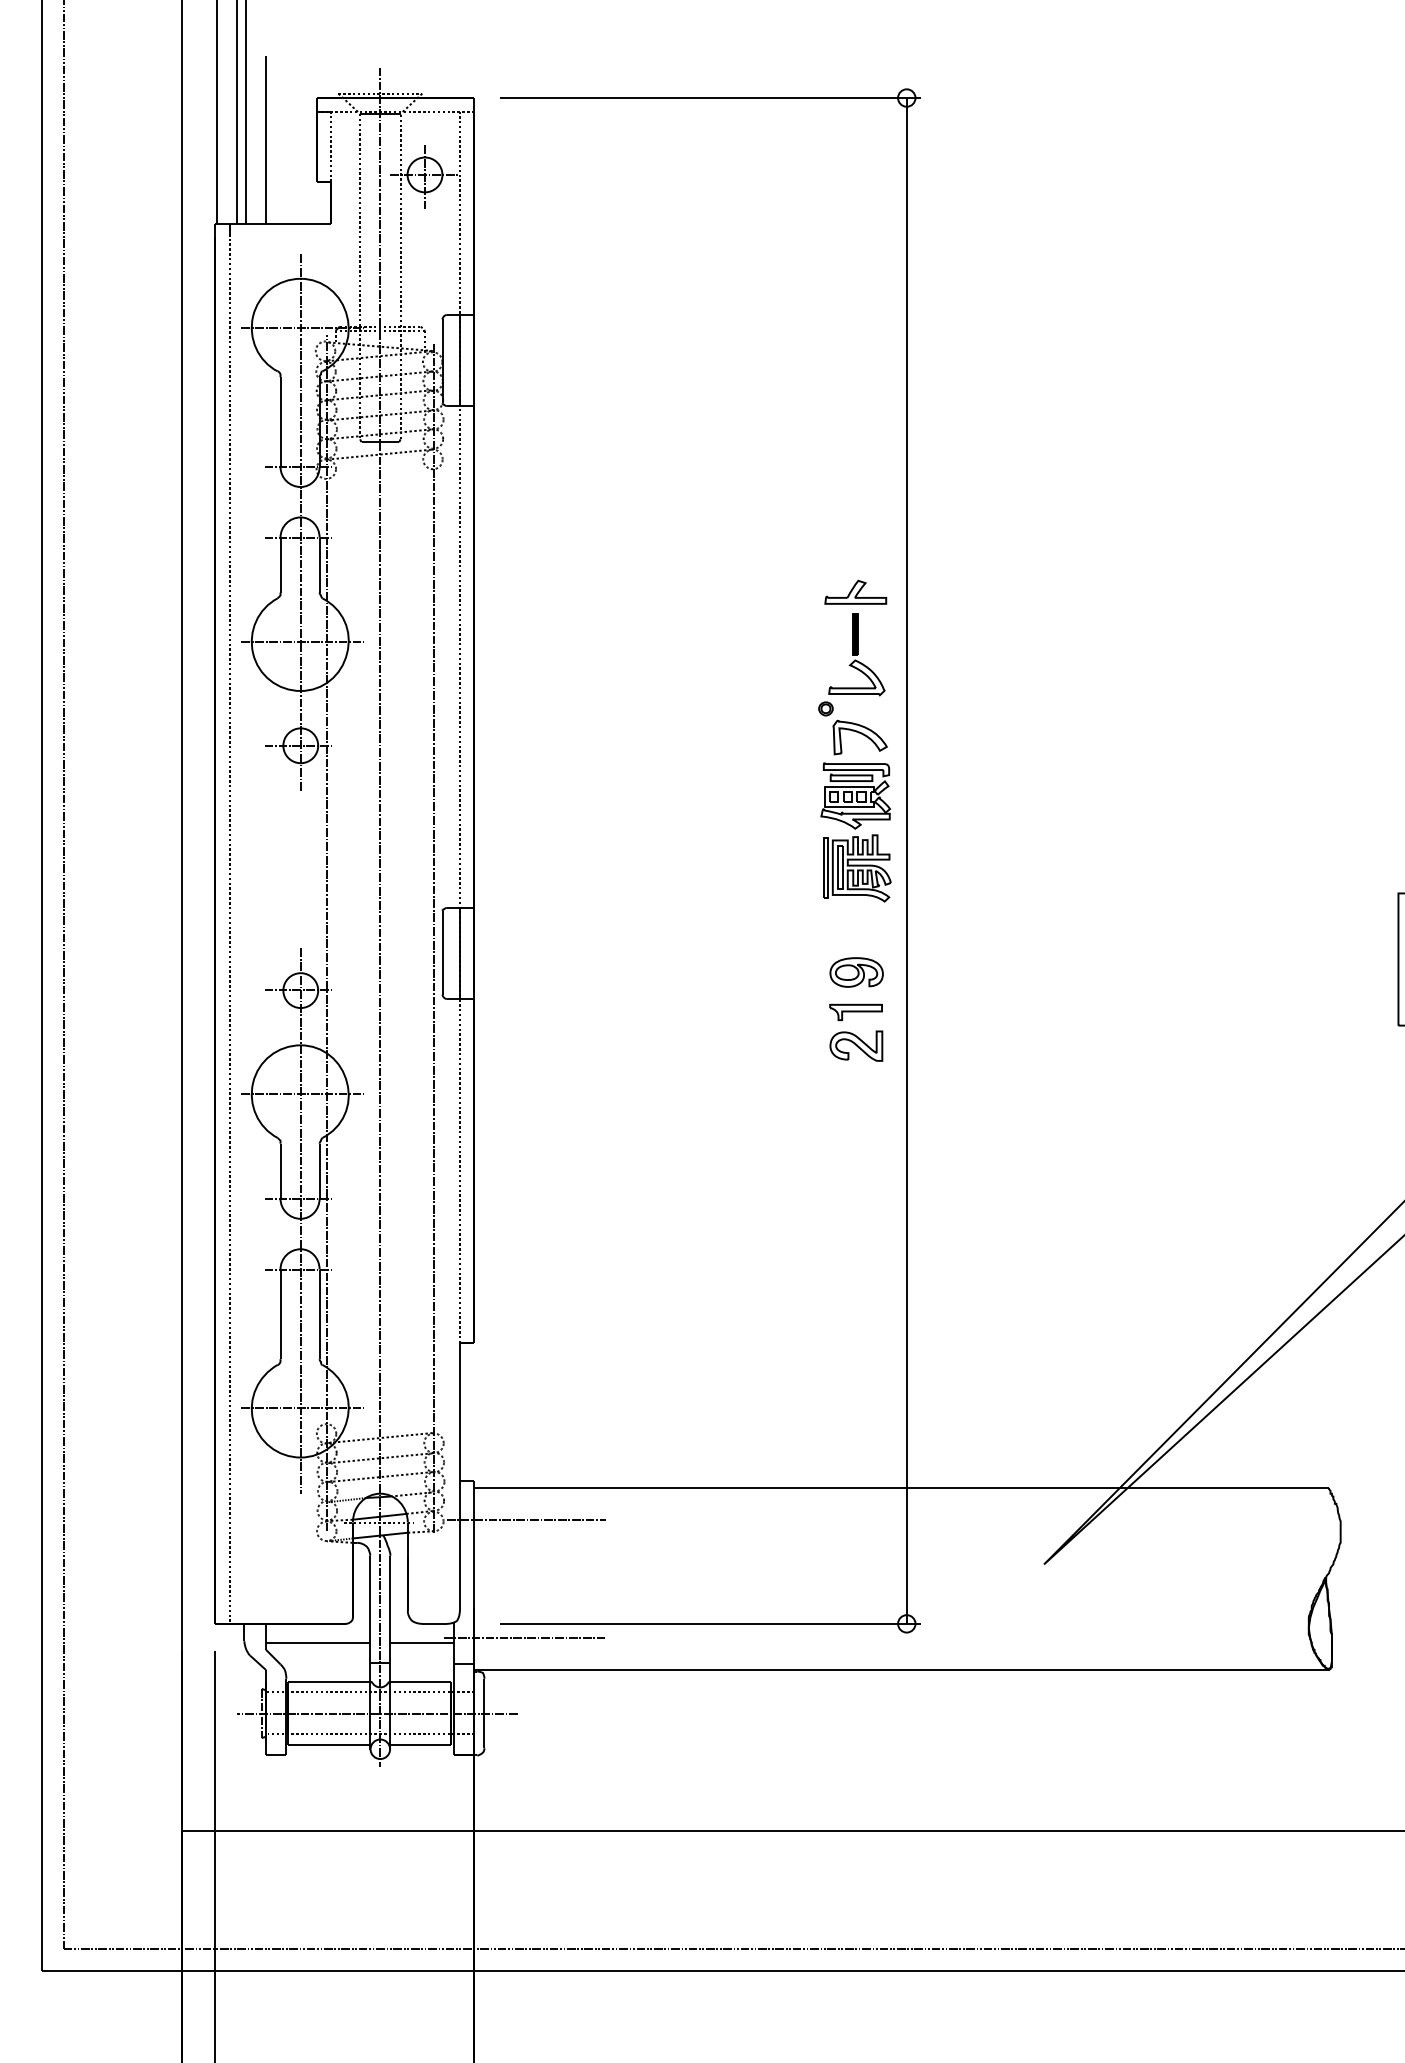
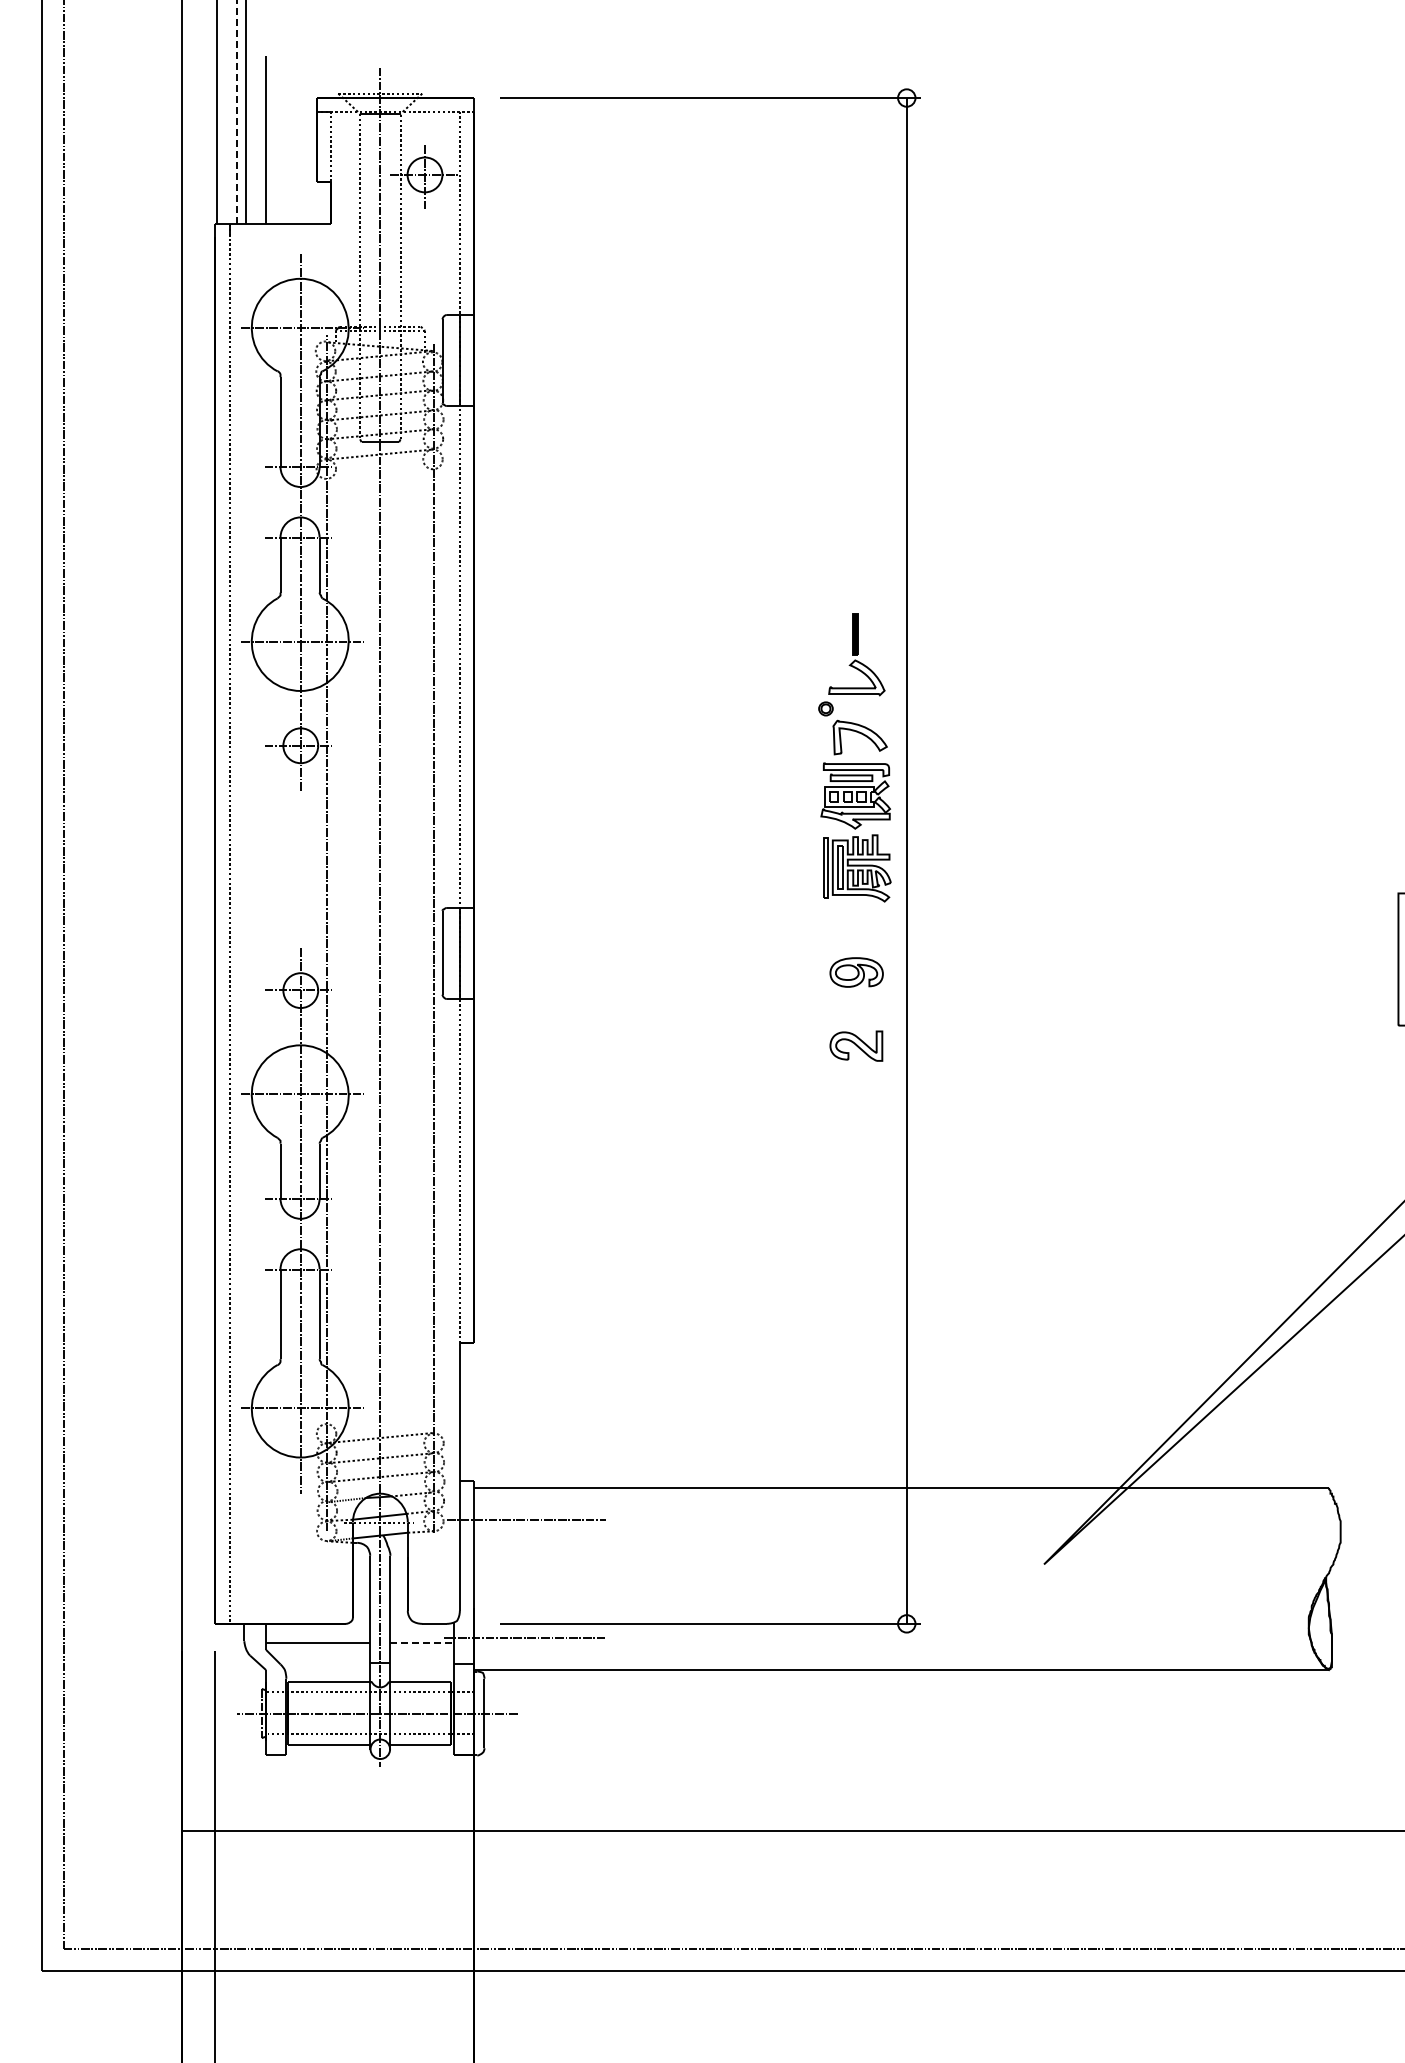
line at (237, 112): solid -> dashed
part at (855, 591): present -> none
part at (855, 1012): present -> none
line at (422, 1642): solid -> dashed
